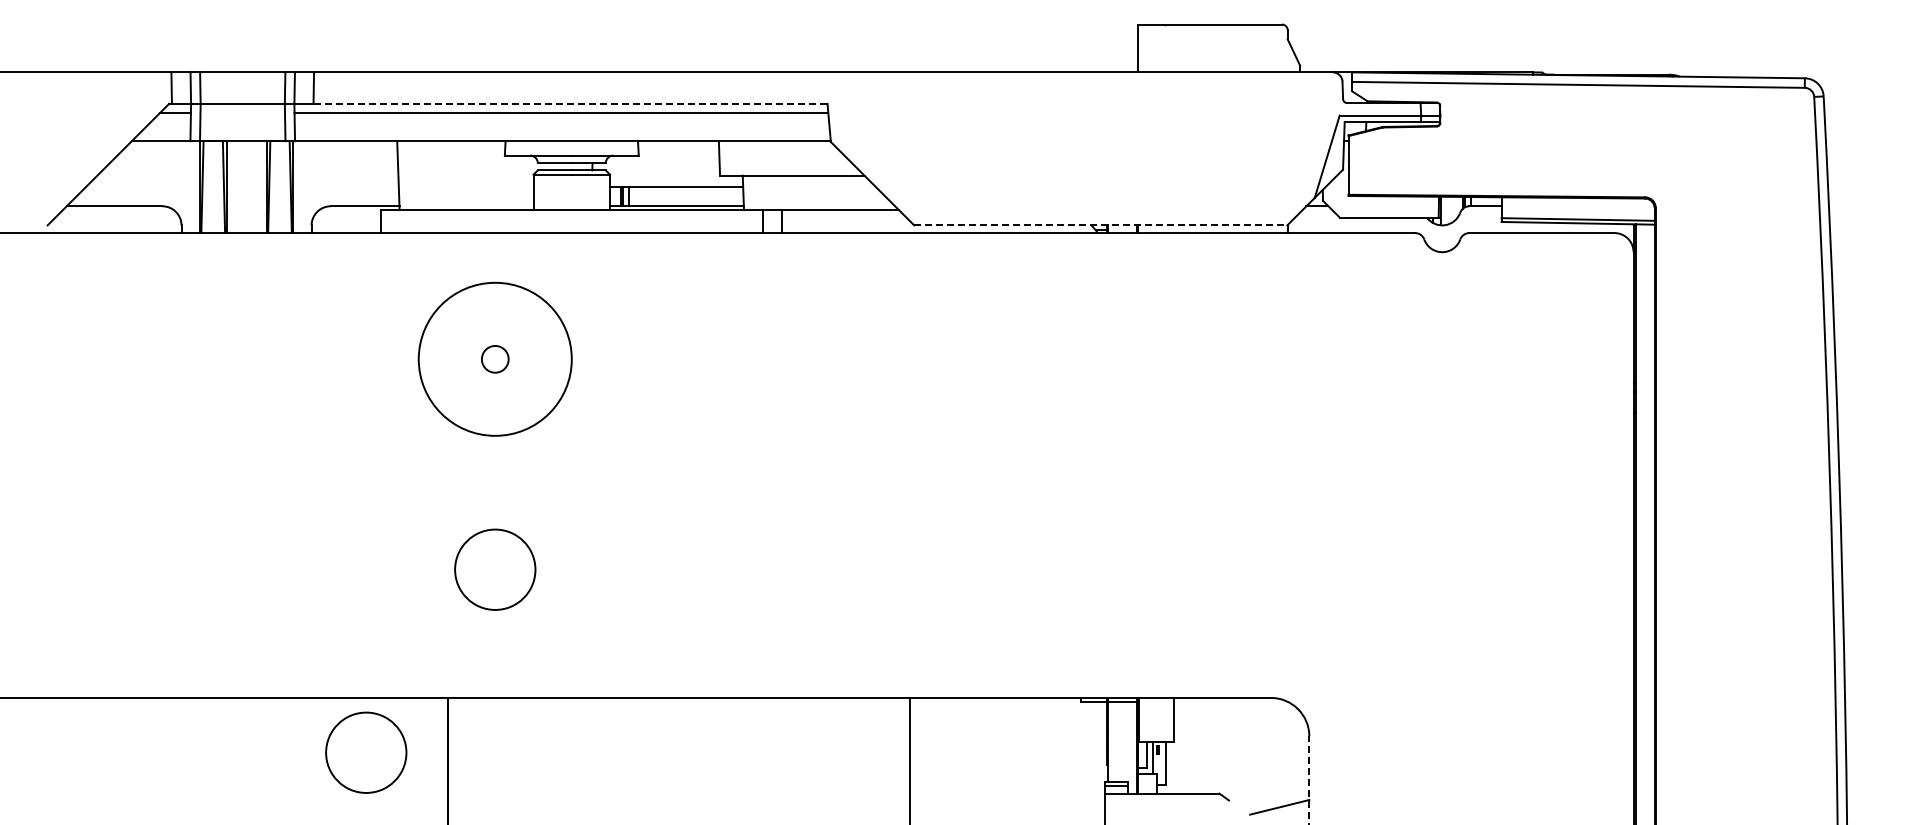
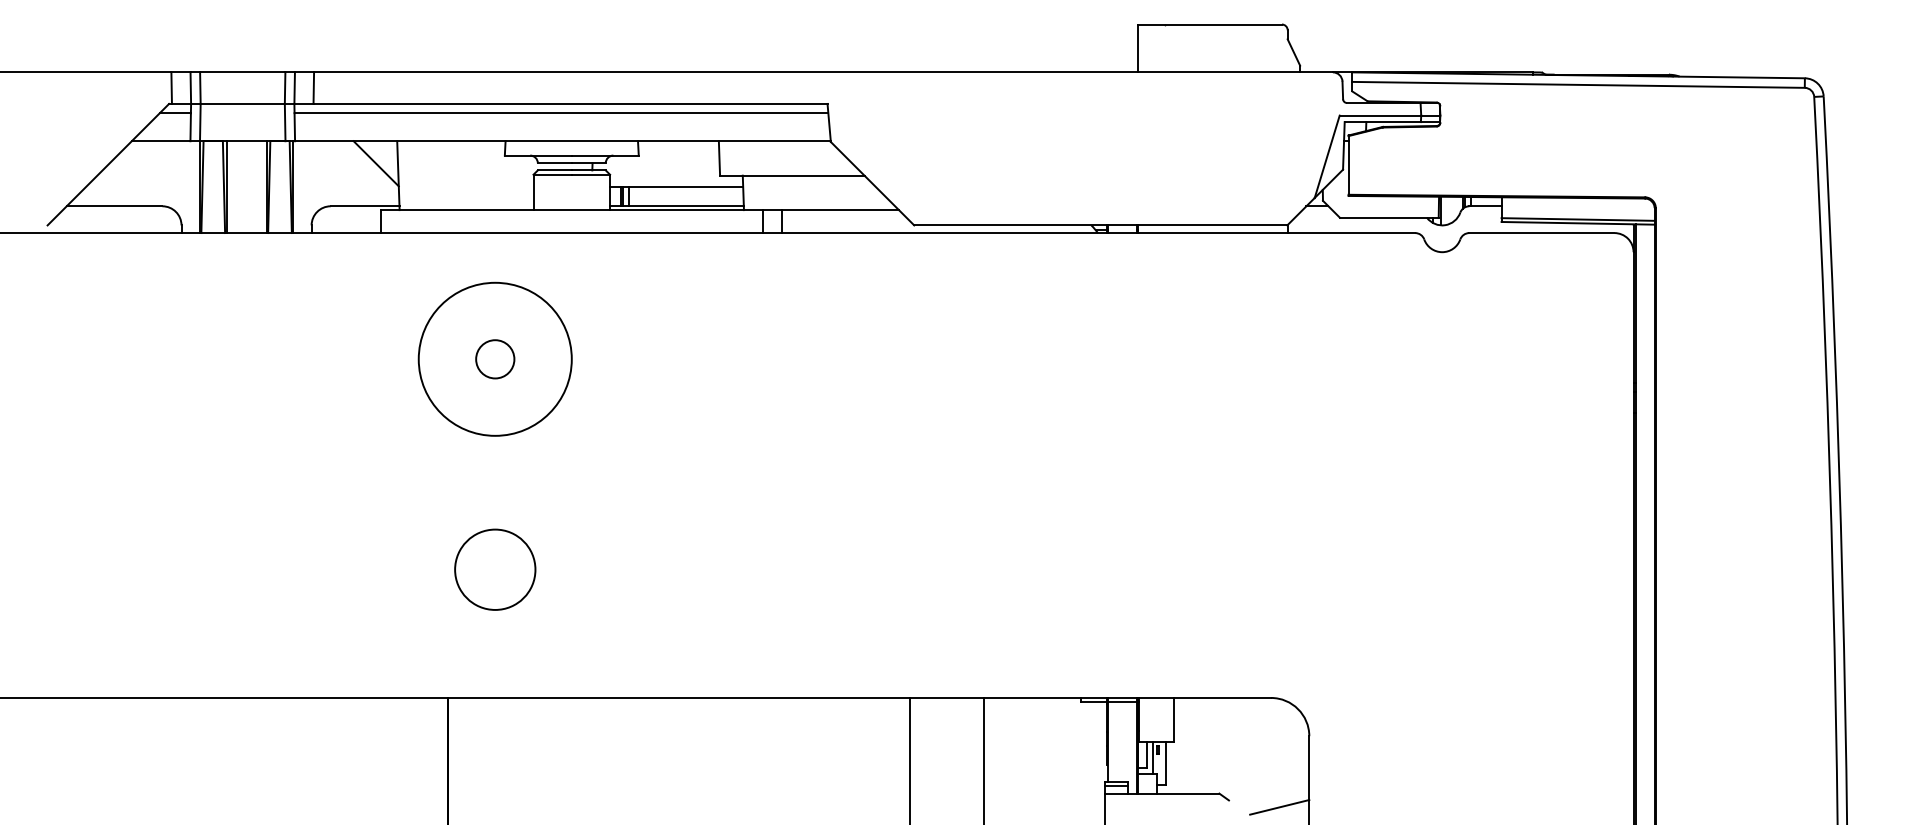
line at (570, 103): dashed -> solid
line at (375, 163): none -> present
line at (1100, 225): dashed -> solid
circle at (494, 358) diameter: 27 px -> 38 px
circle at (366, 752): present -> none
line at (984, 759): none -> present
line at (1309, 780): dashed -> solid
